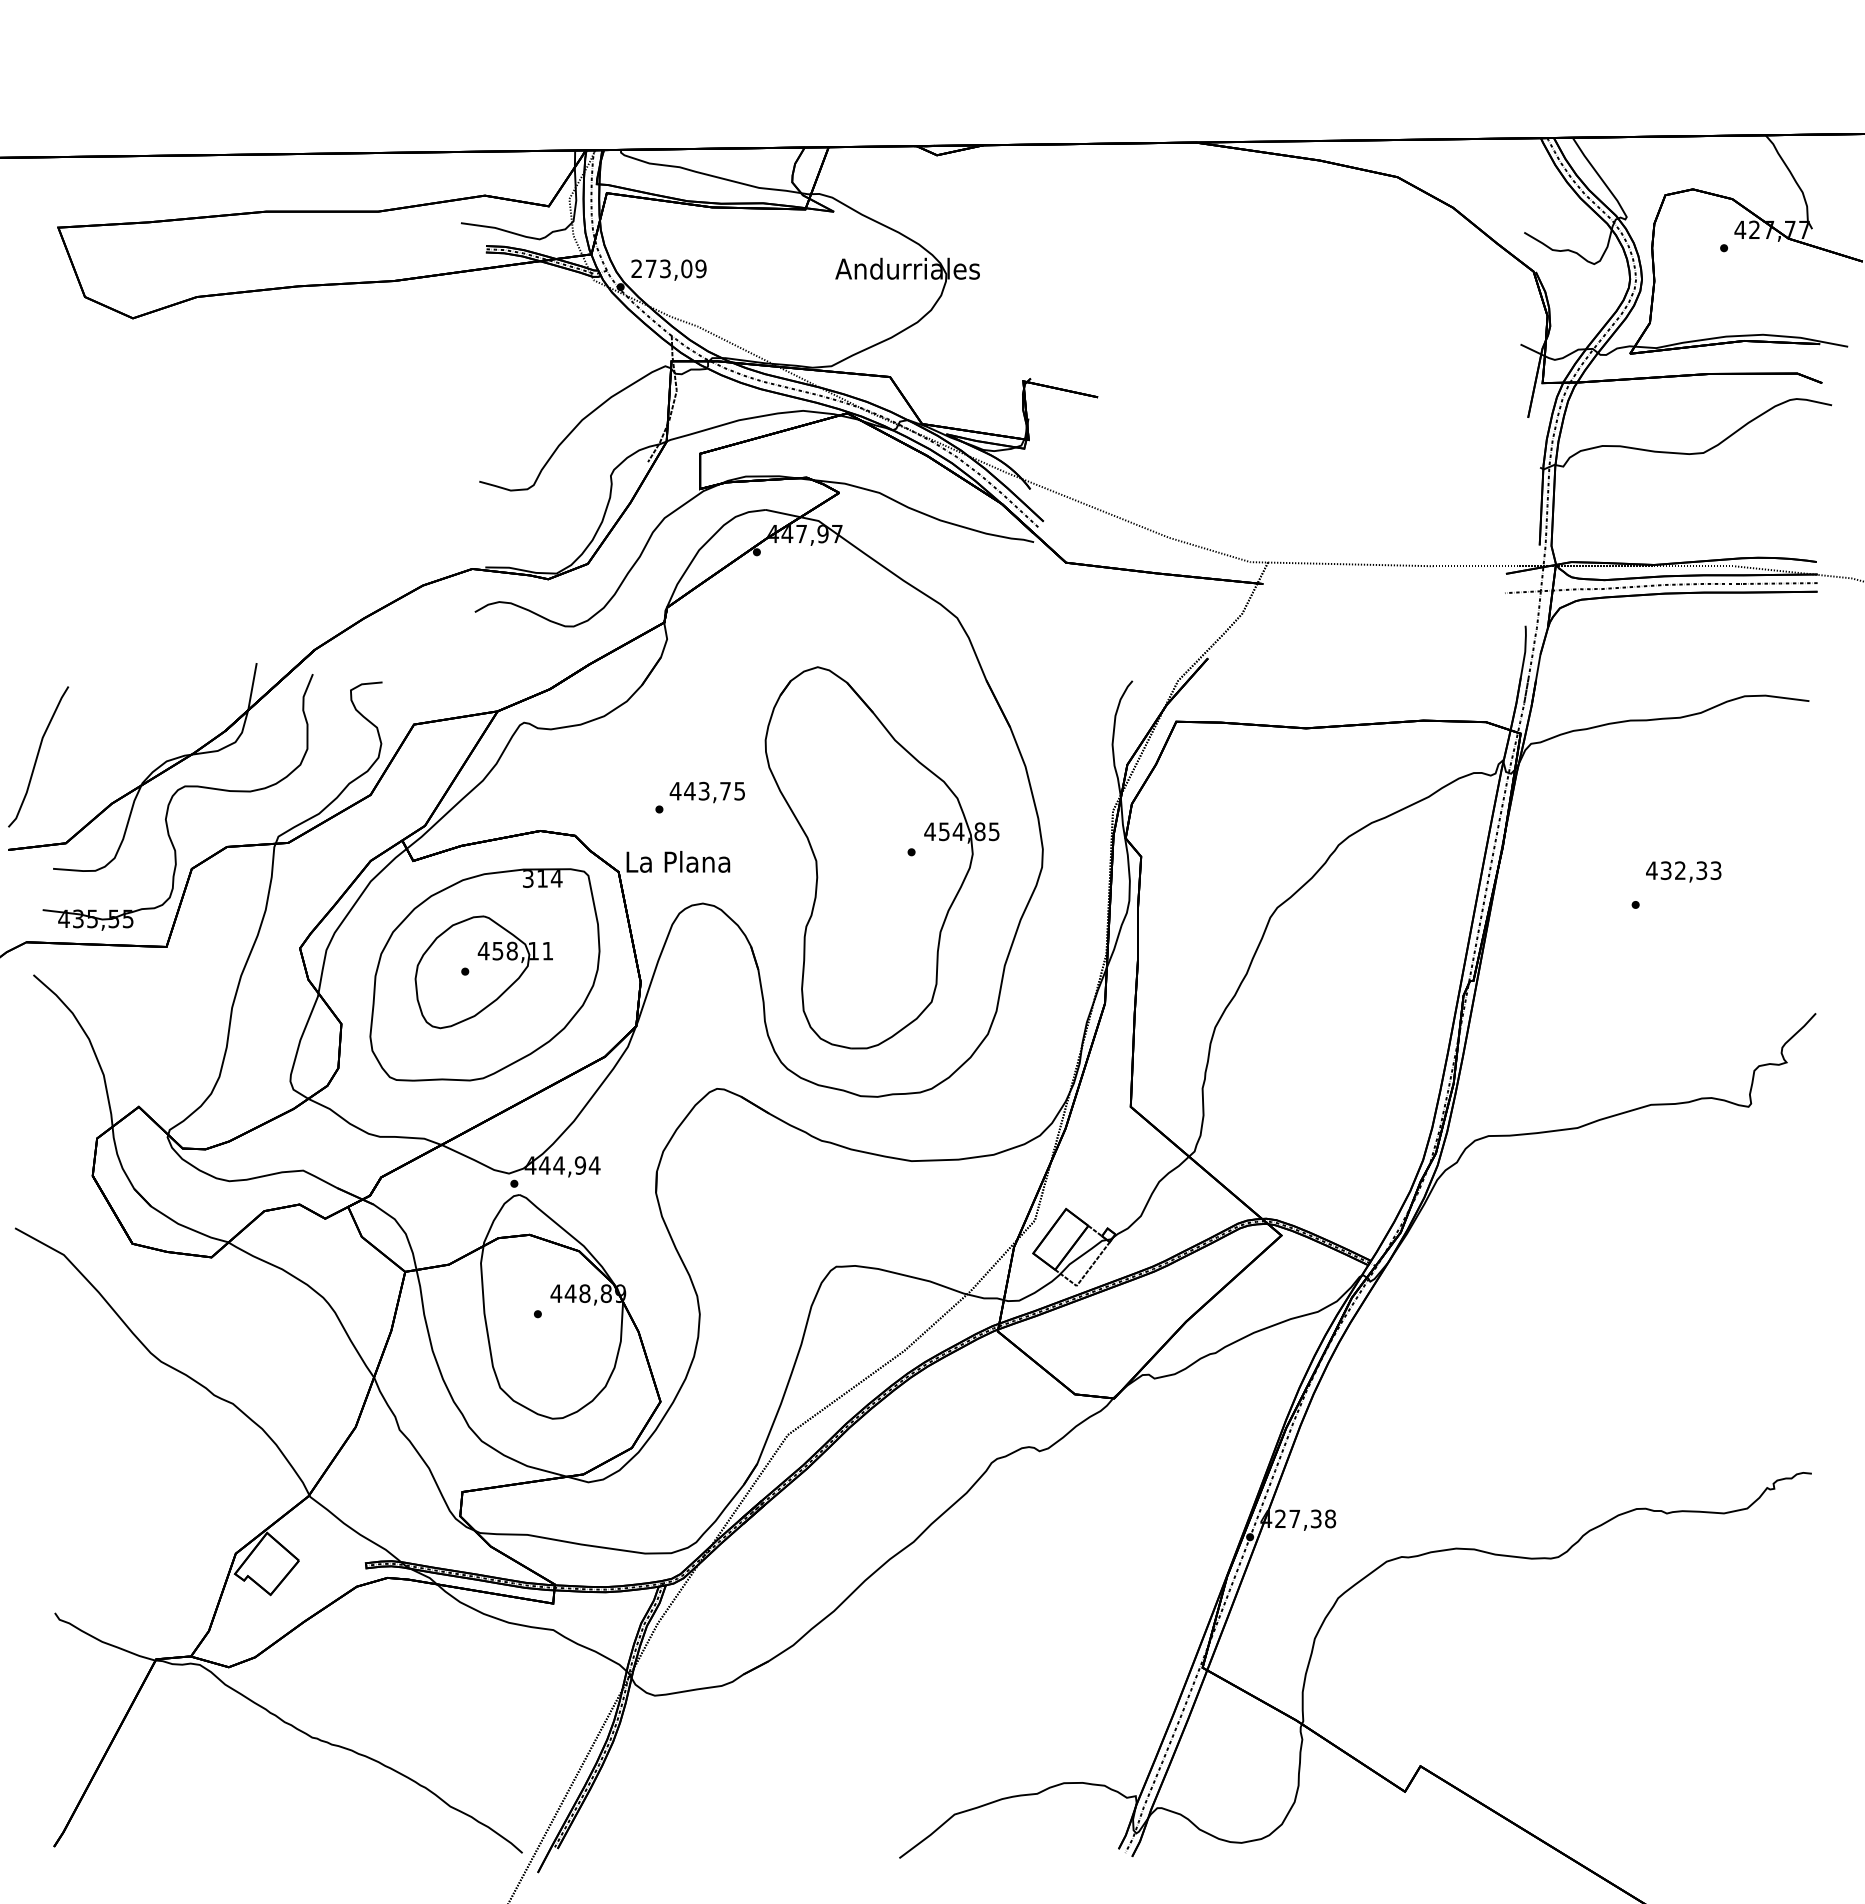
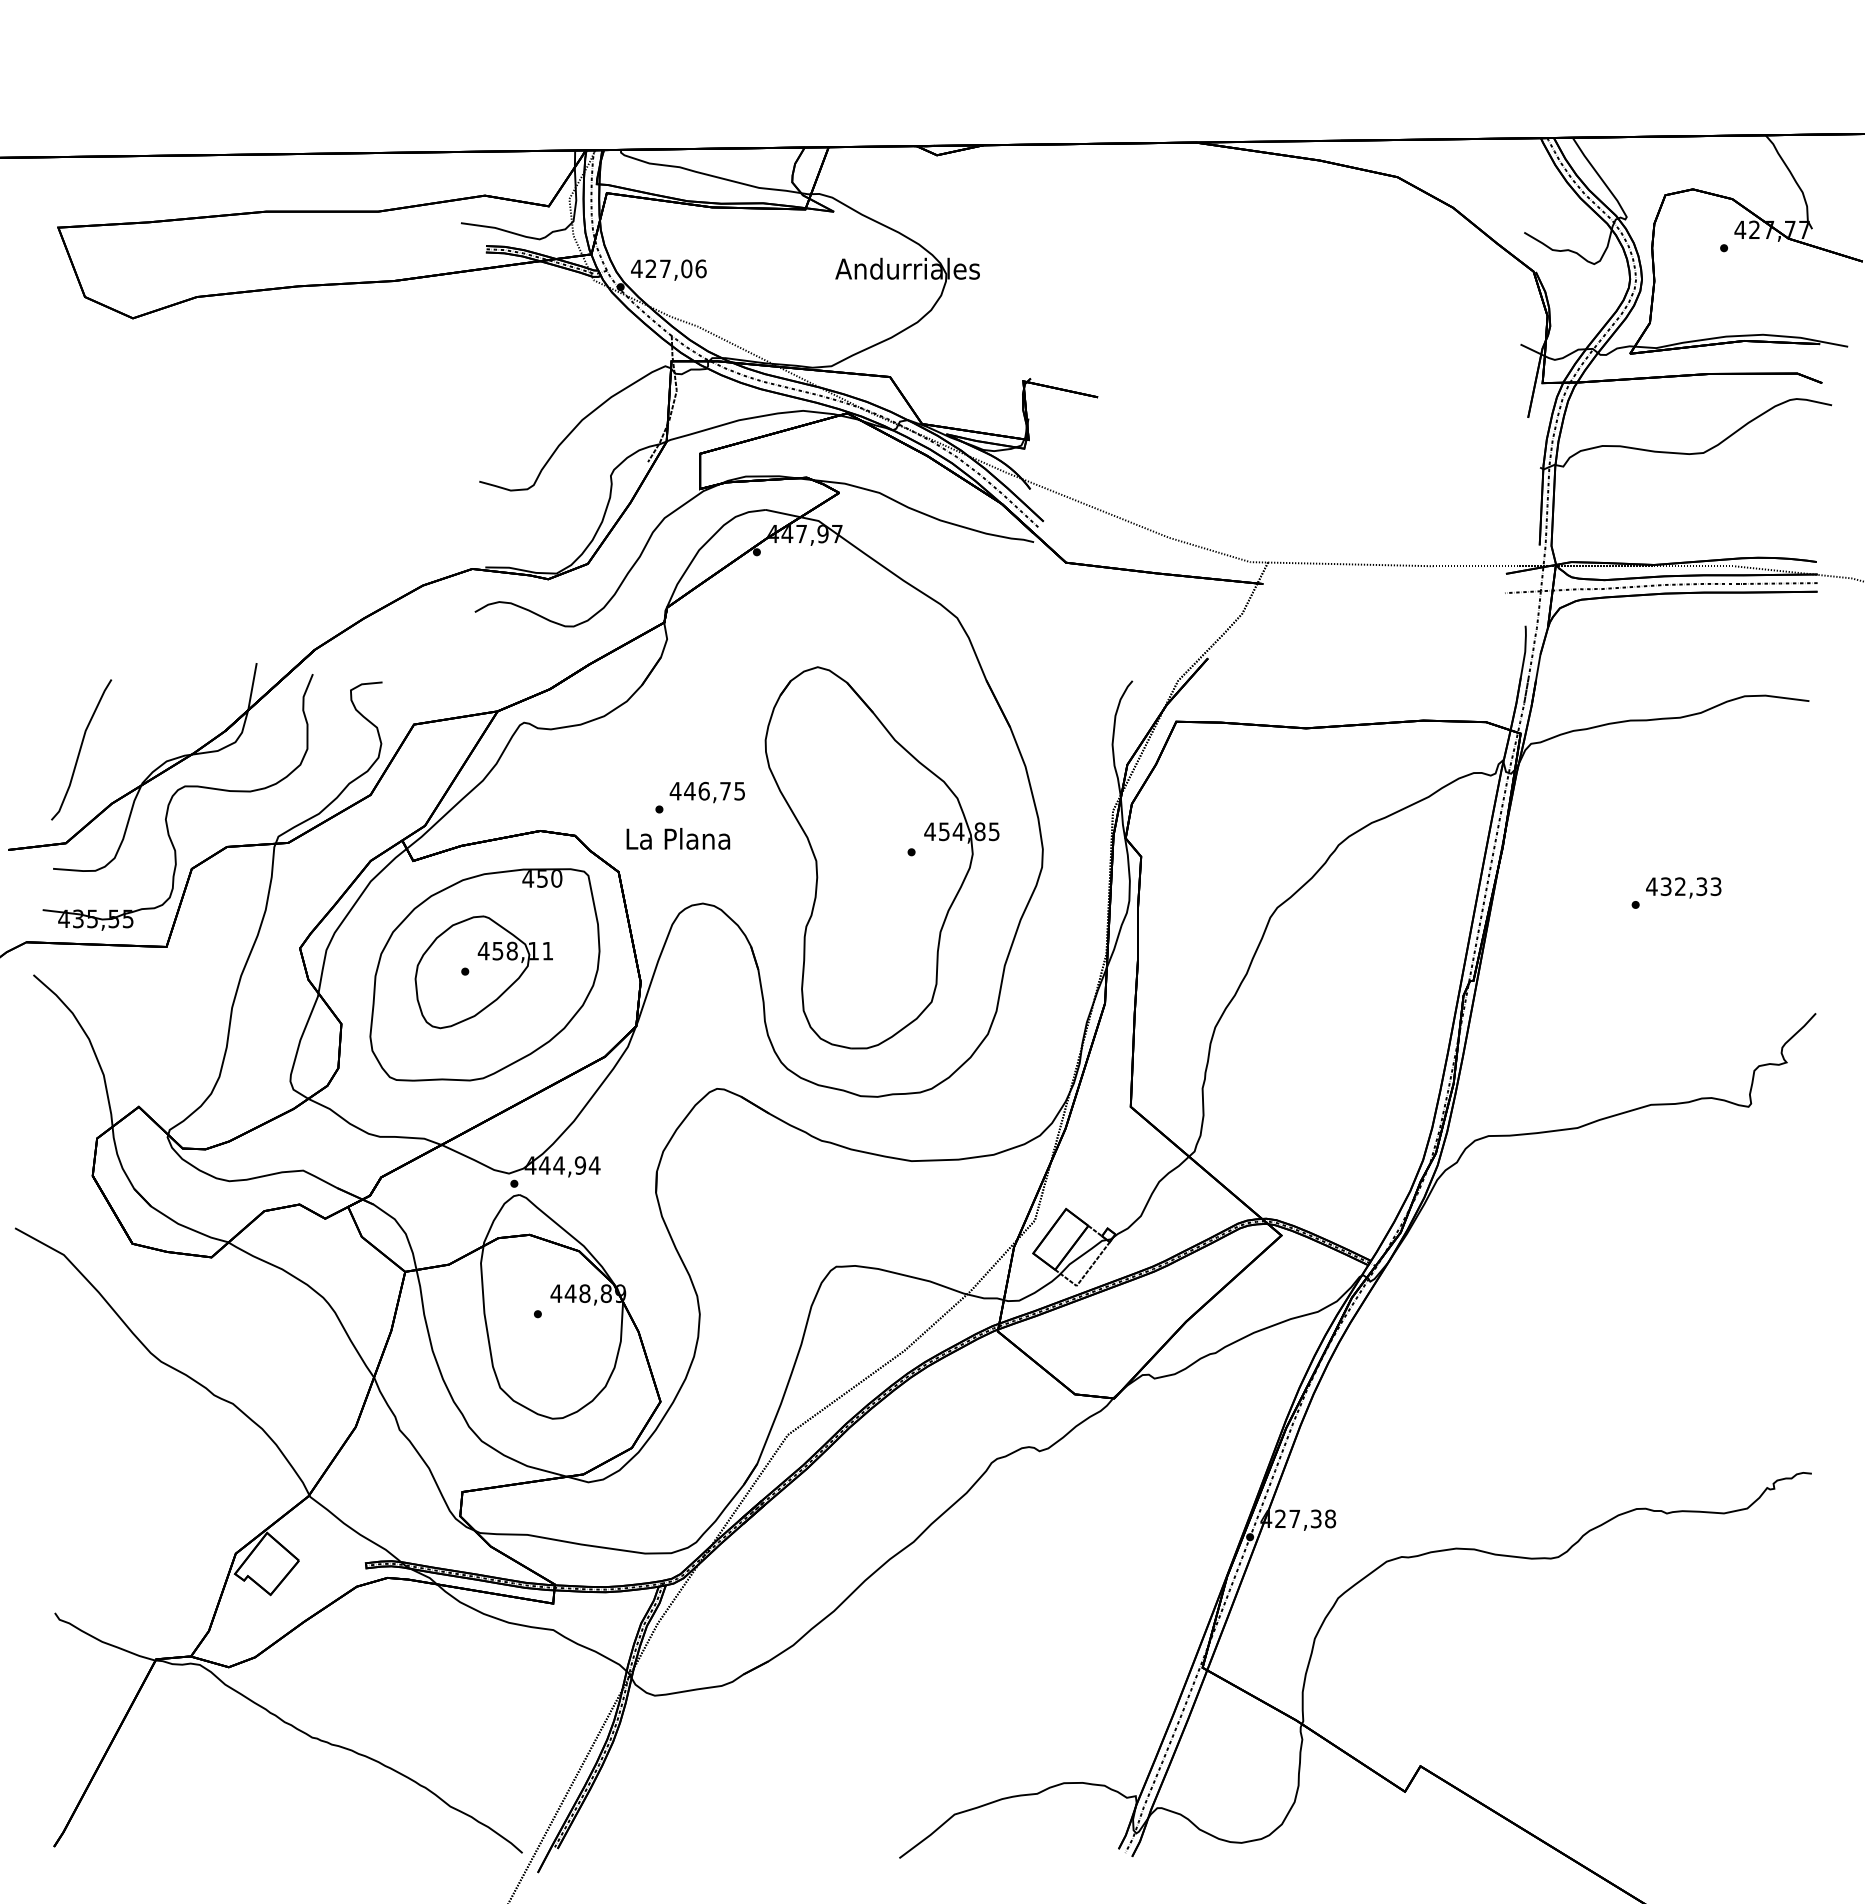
text at (668, 268): 273,09 -> 427,06
curve at (38, 756) position: (38, 756) -> (81, 749)
text at (703, 790): 443,75 -> 446,75
text at (678, 861) position: (678, 861) -> (678, 838)
text at (1683, 871) position: (1683, 871) -> (1683, 887)
text at (542, 879): 314 -> 450
